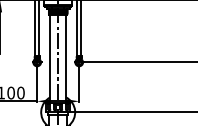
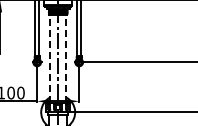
line at (50, 58): solid -> dashed
line at (66, 58): solid -> dashed
